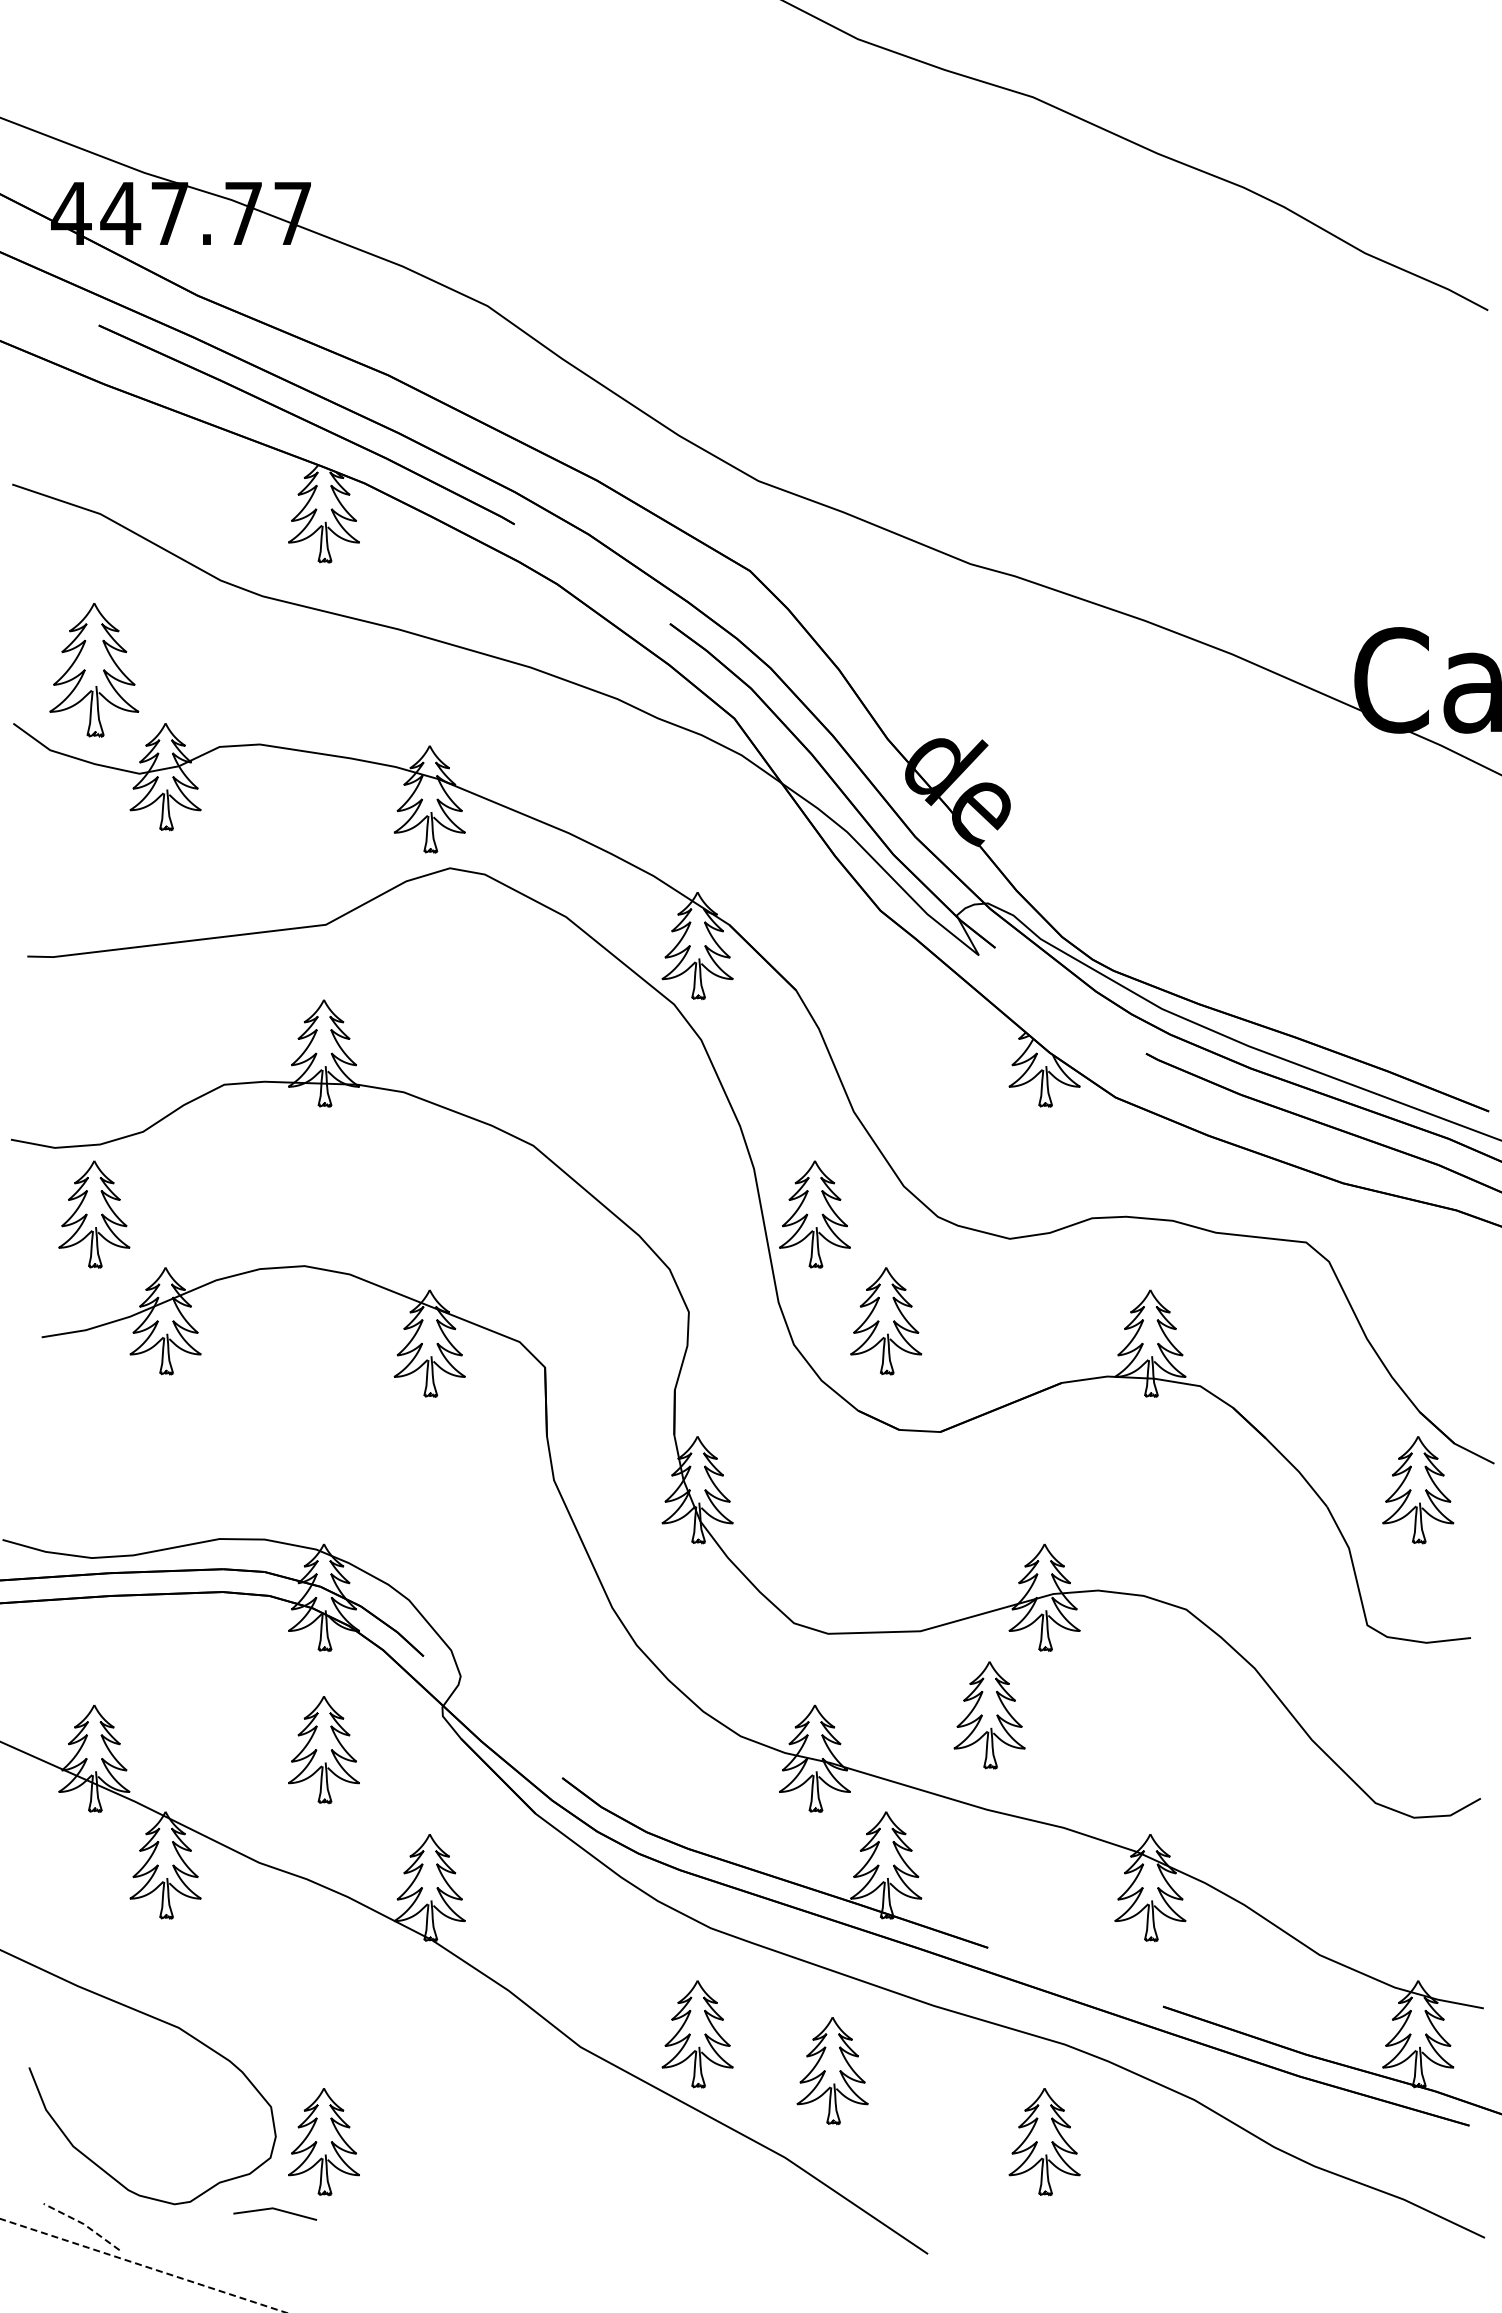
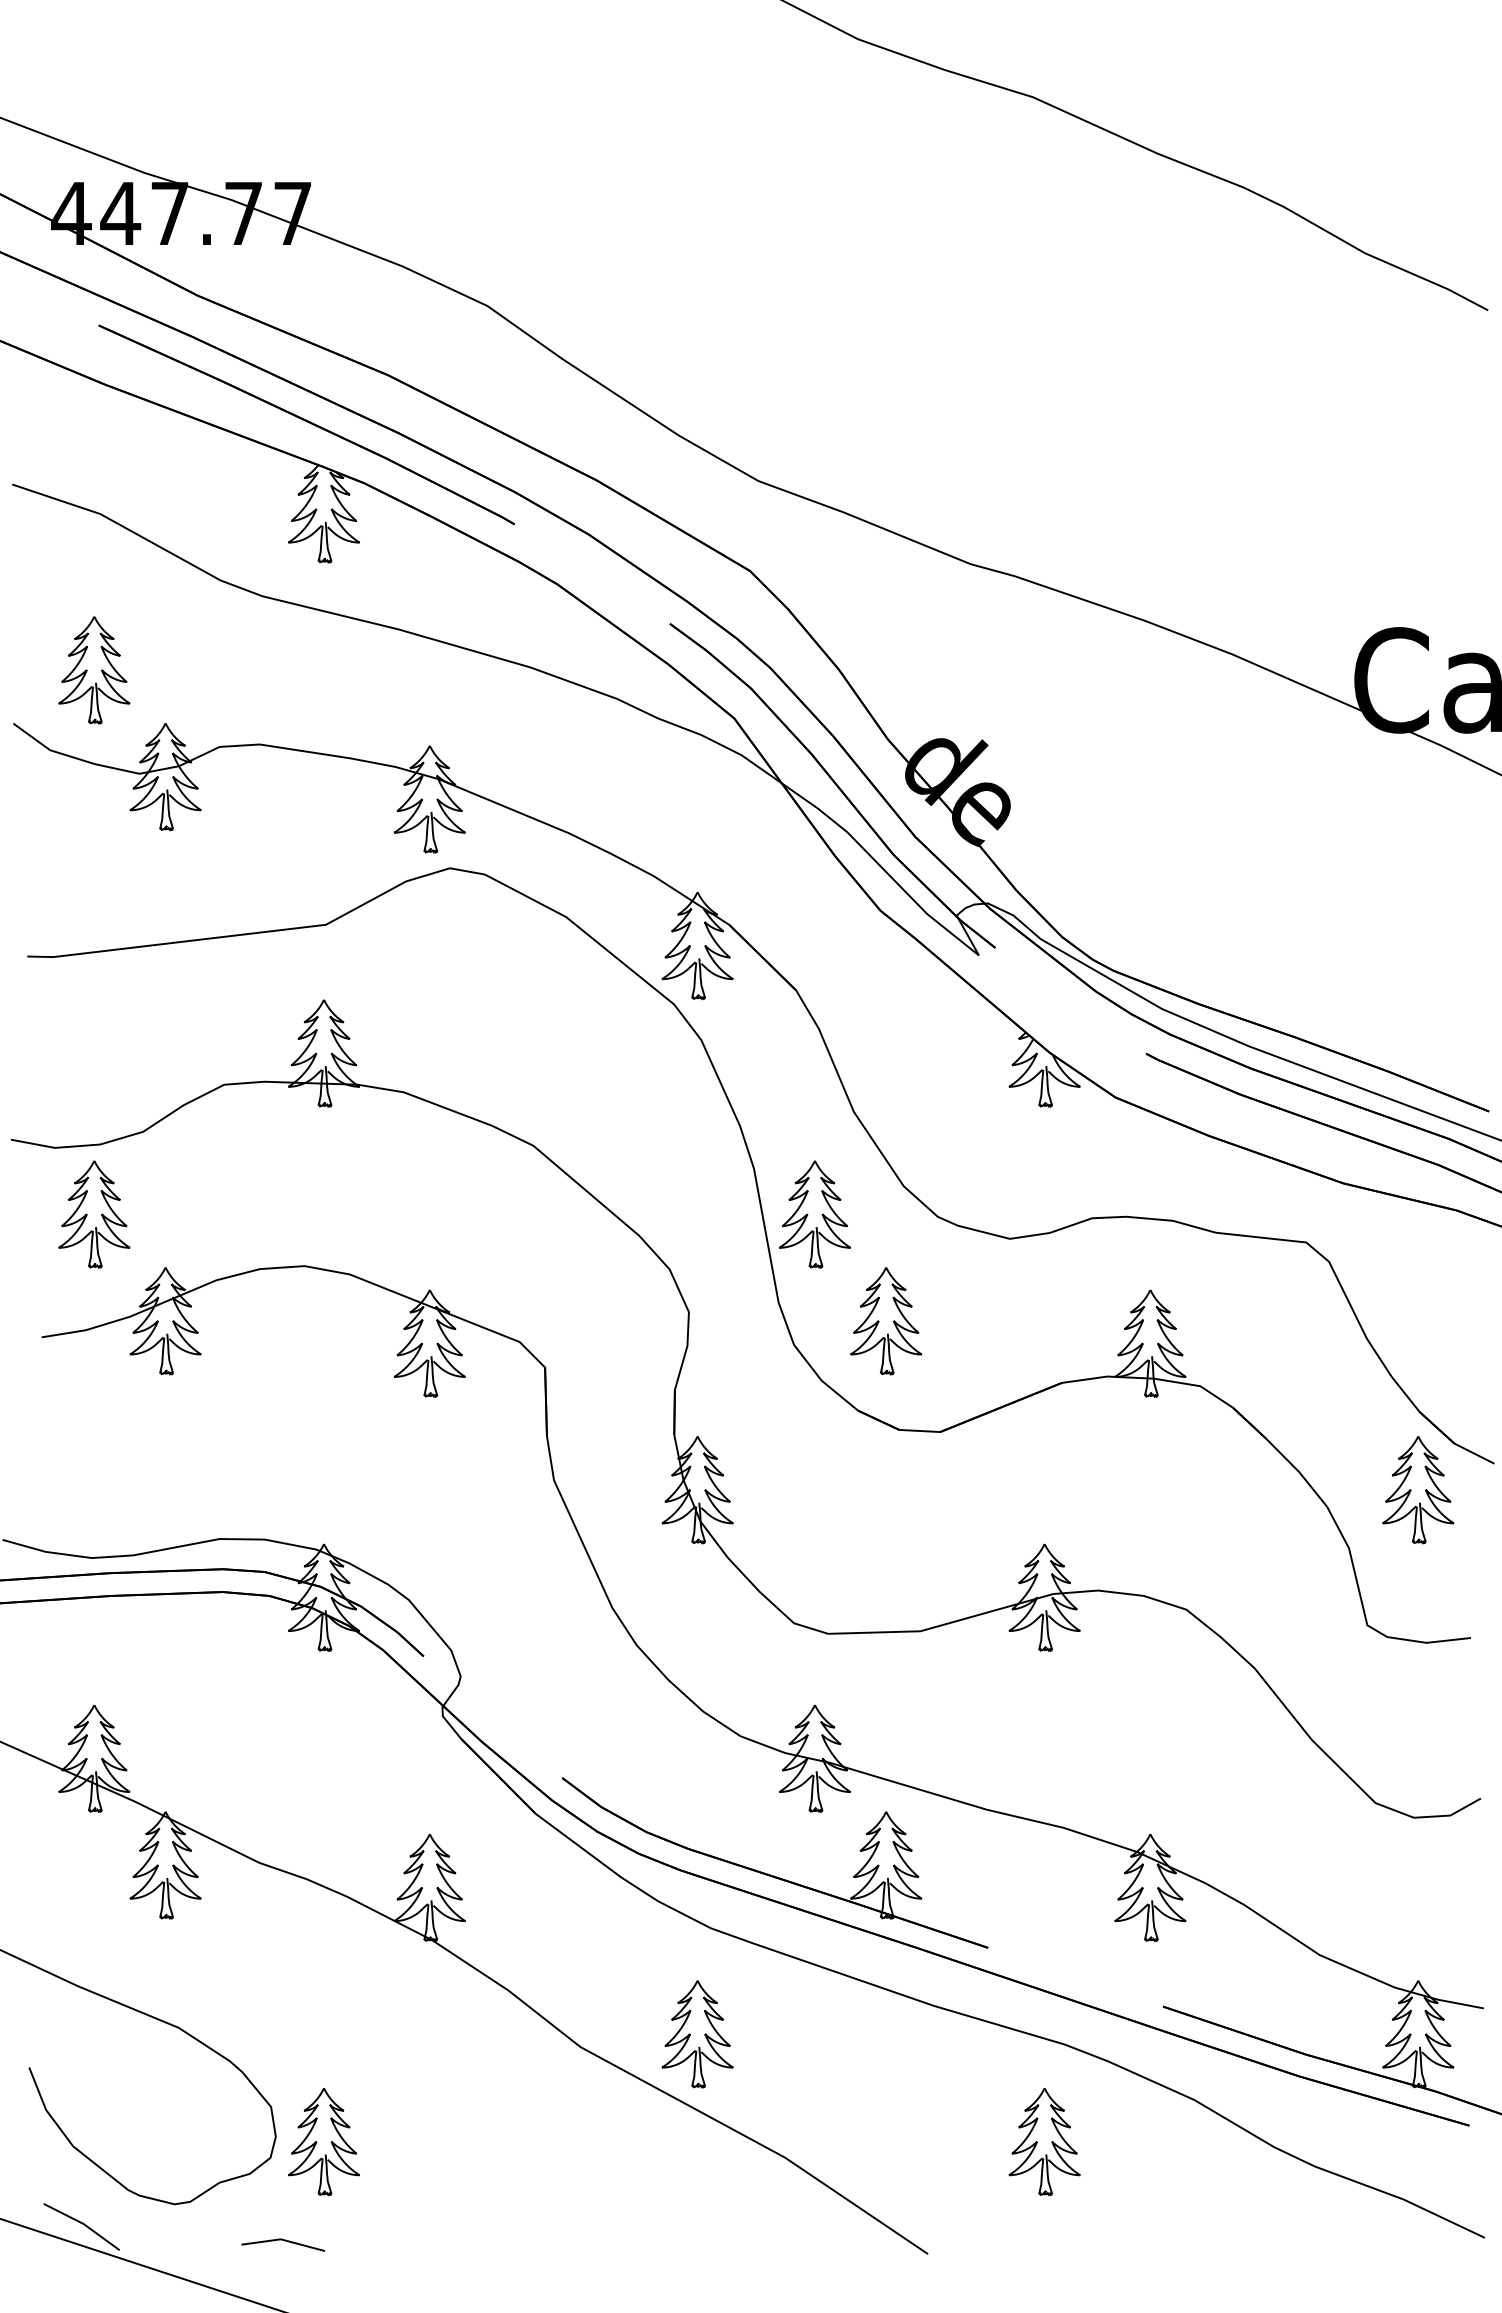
part at (94, 670) size: 91x135 px -> 73x109 px
part at (989, 1715): present -> none
part at (323, 1750): present -> none
part at (832, 2071): present -> none
line at (276, 2210) position: (276, 2210) -> (284, 2241)
line at (83, 2224): dashed -> solid
line at (142, 2265): dashed -> solid
